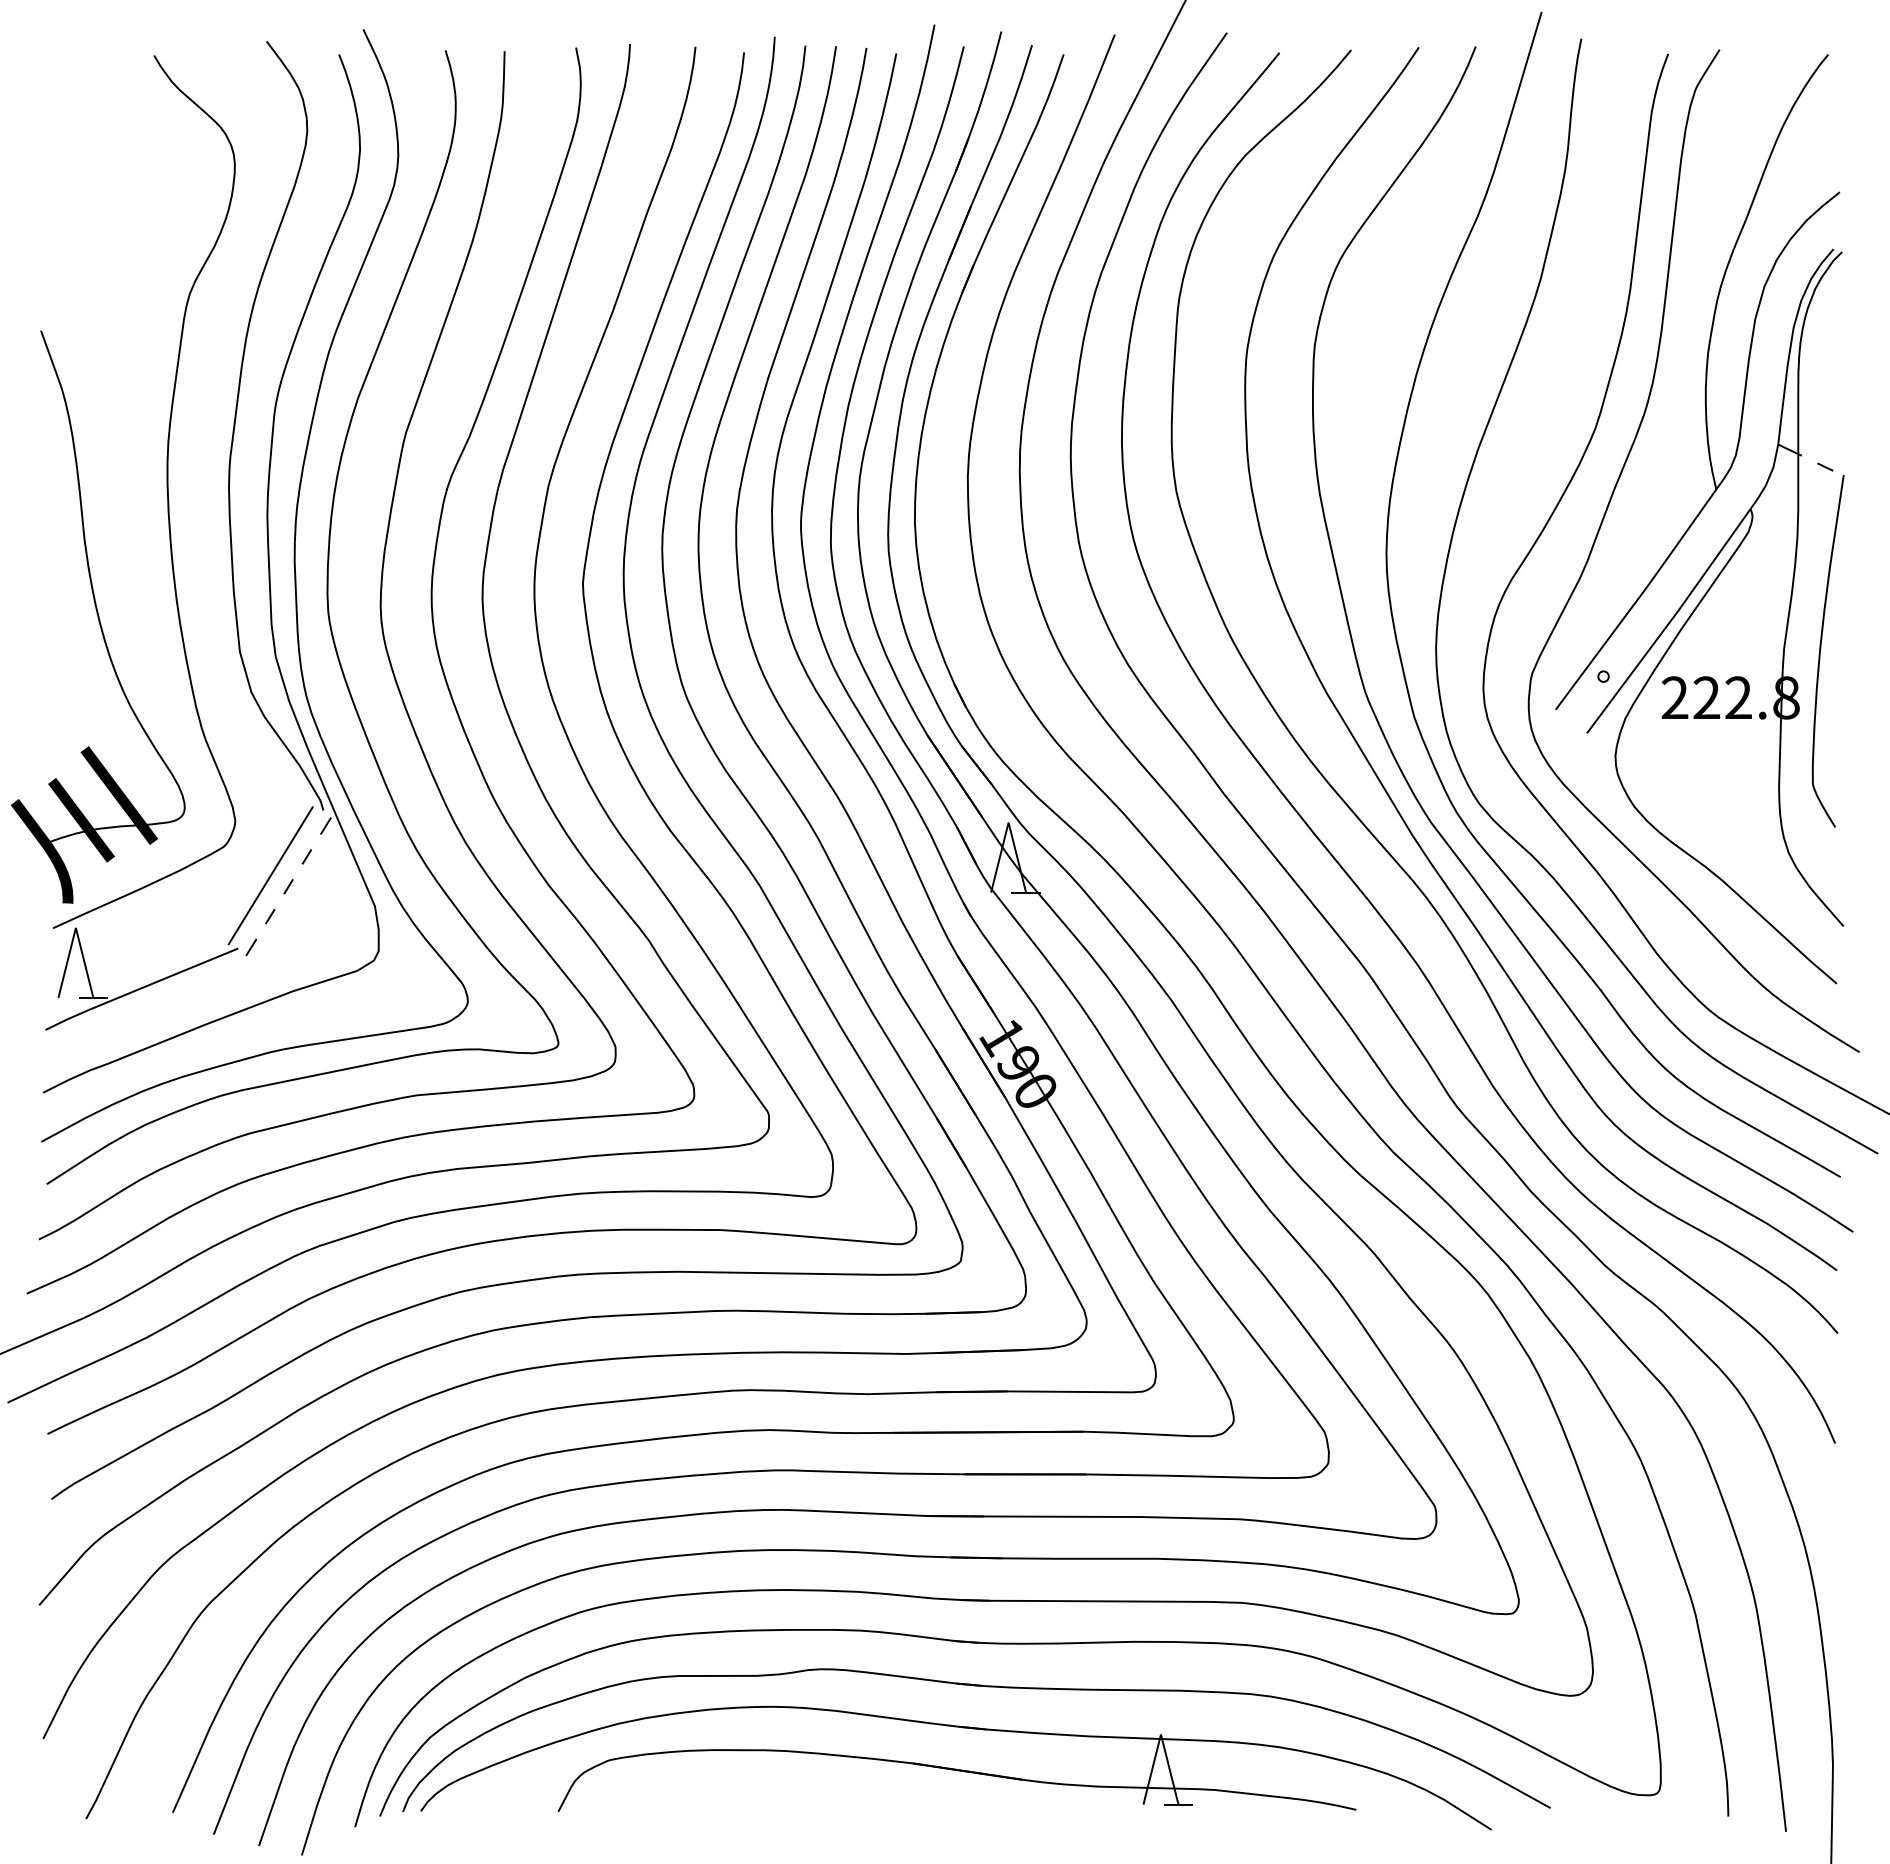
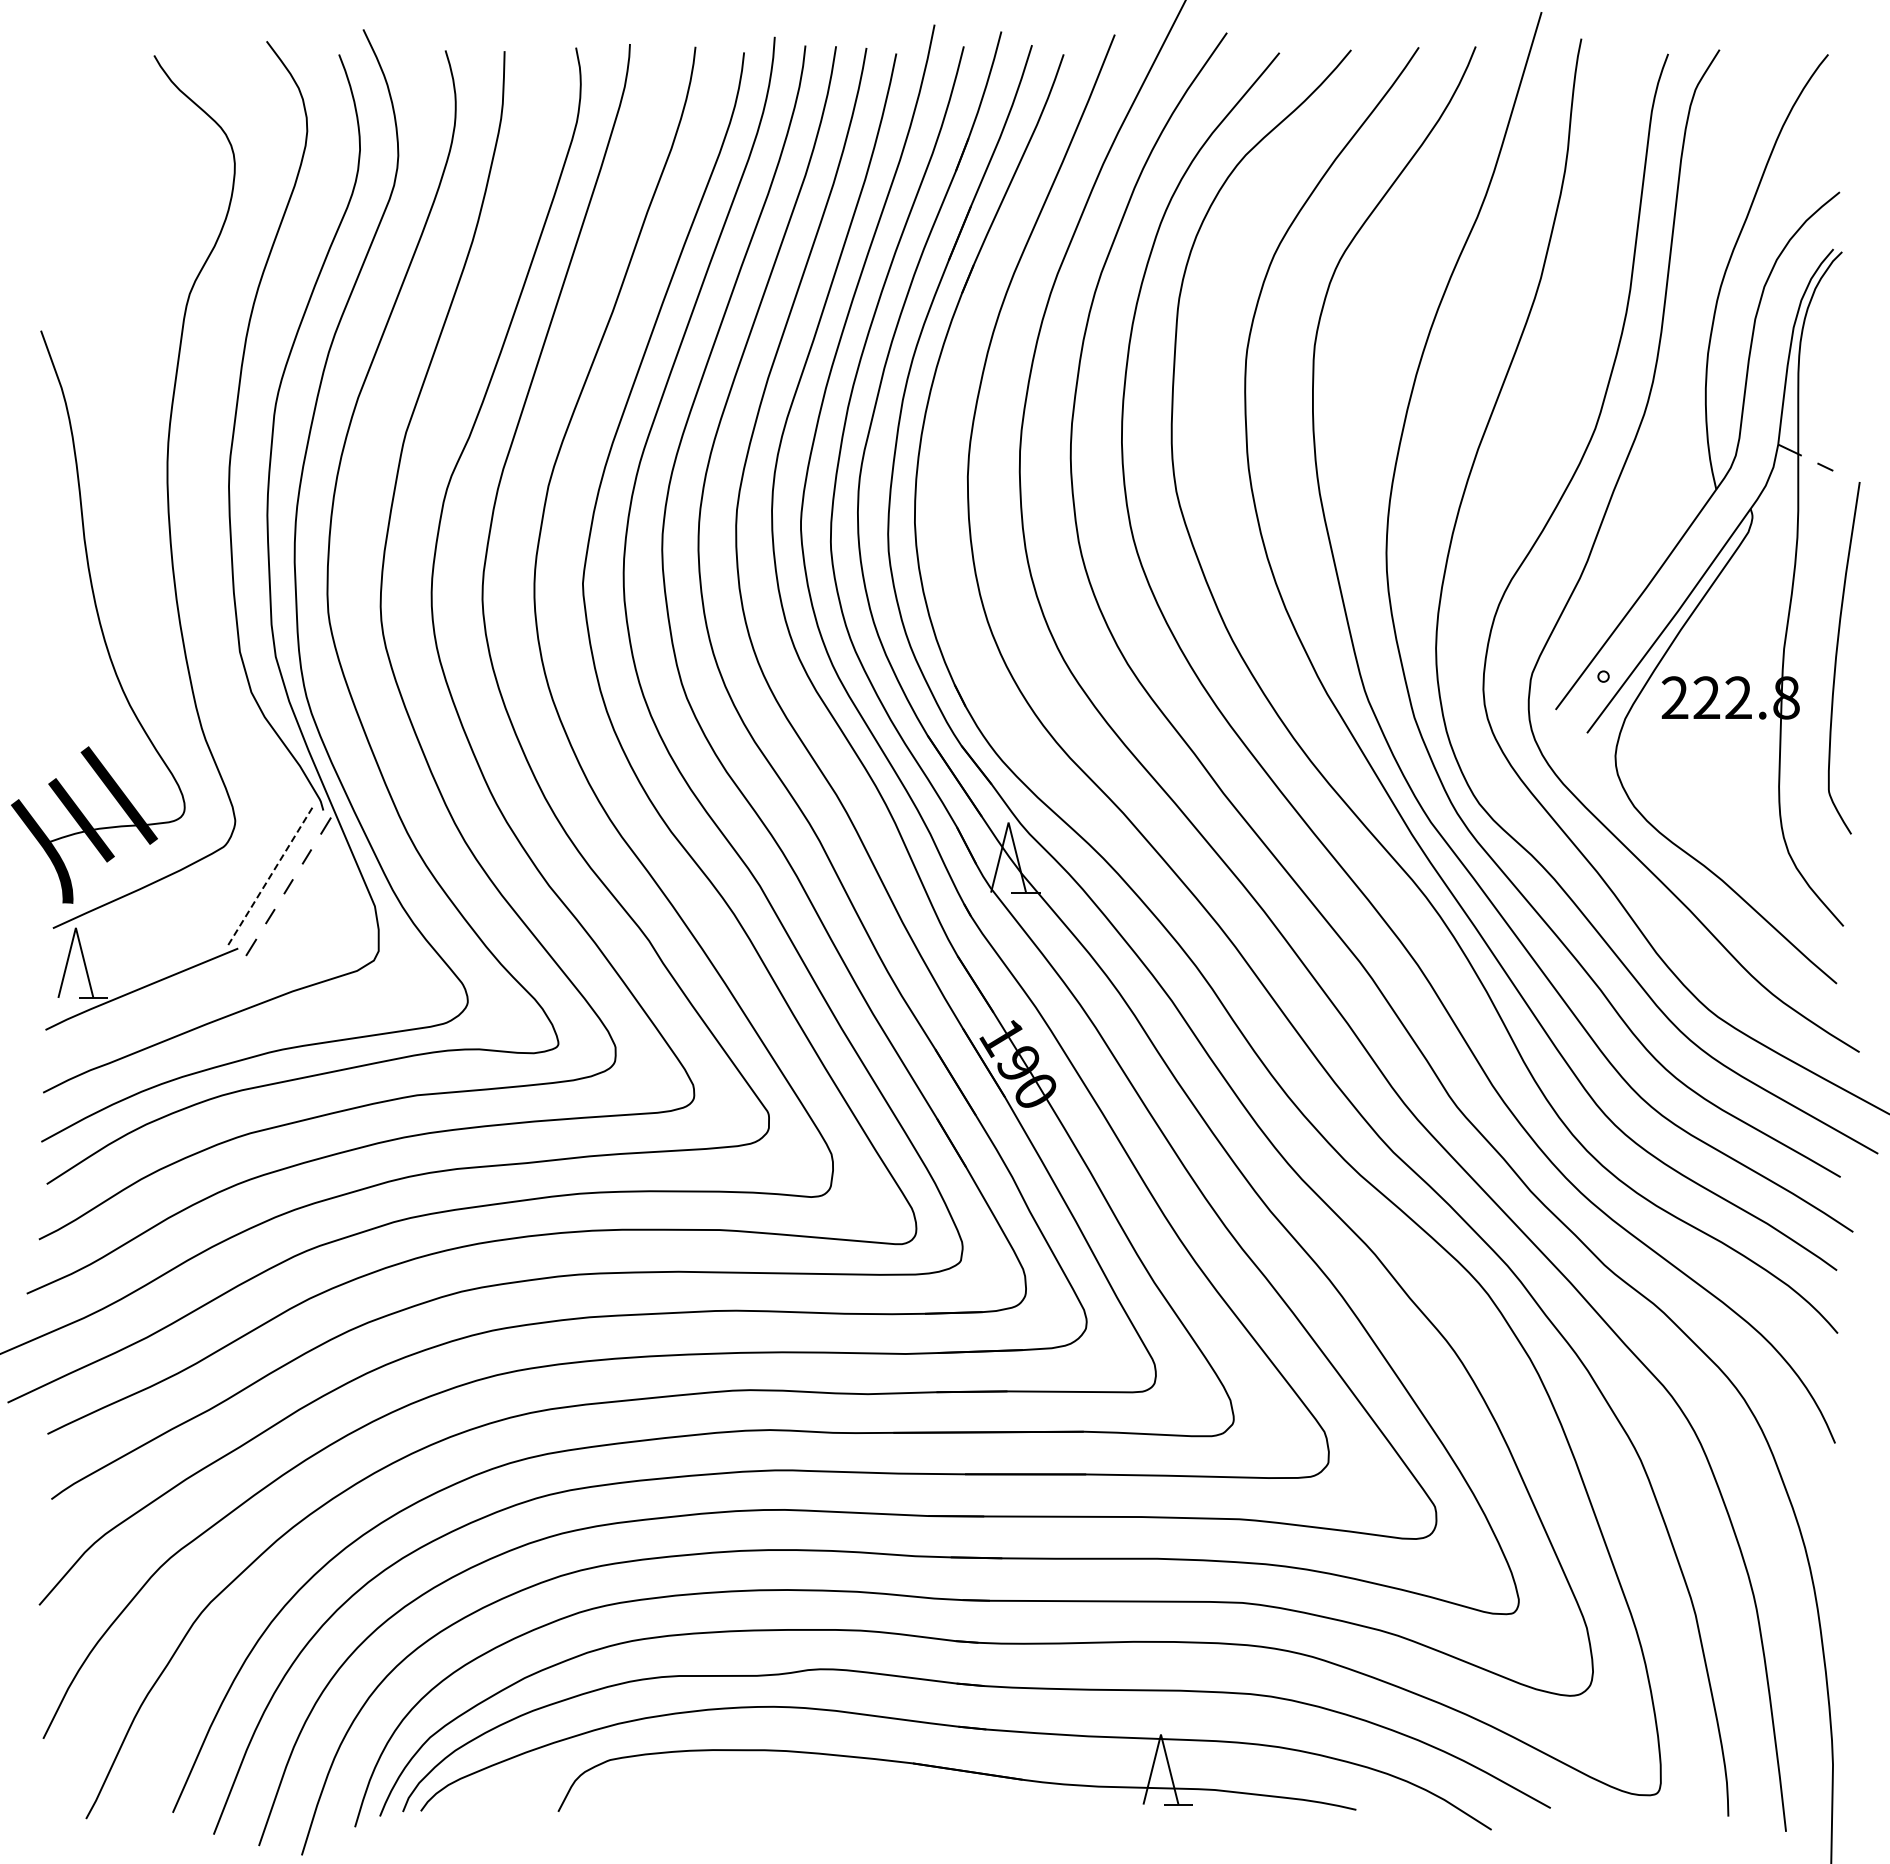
curve at (1821, 649) position: (1821, 649) -> (1837, 656)
line at (271, 875): solid -> dashed
